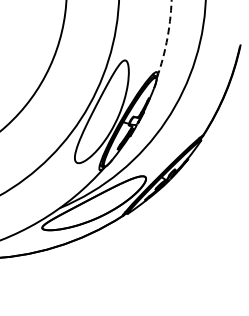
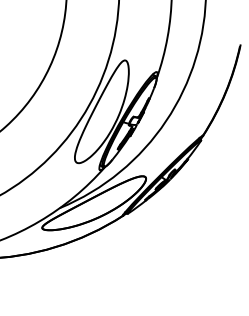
arc at (167, 40): dashed -> solid
